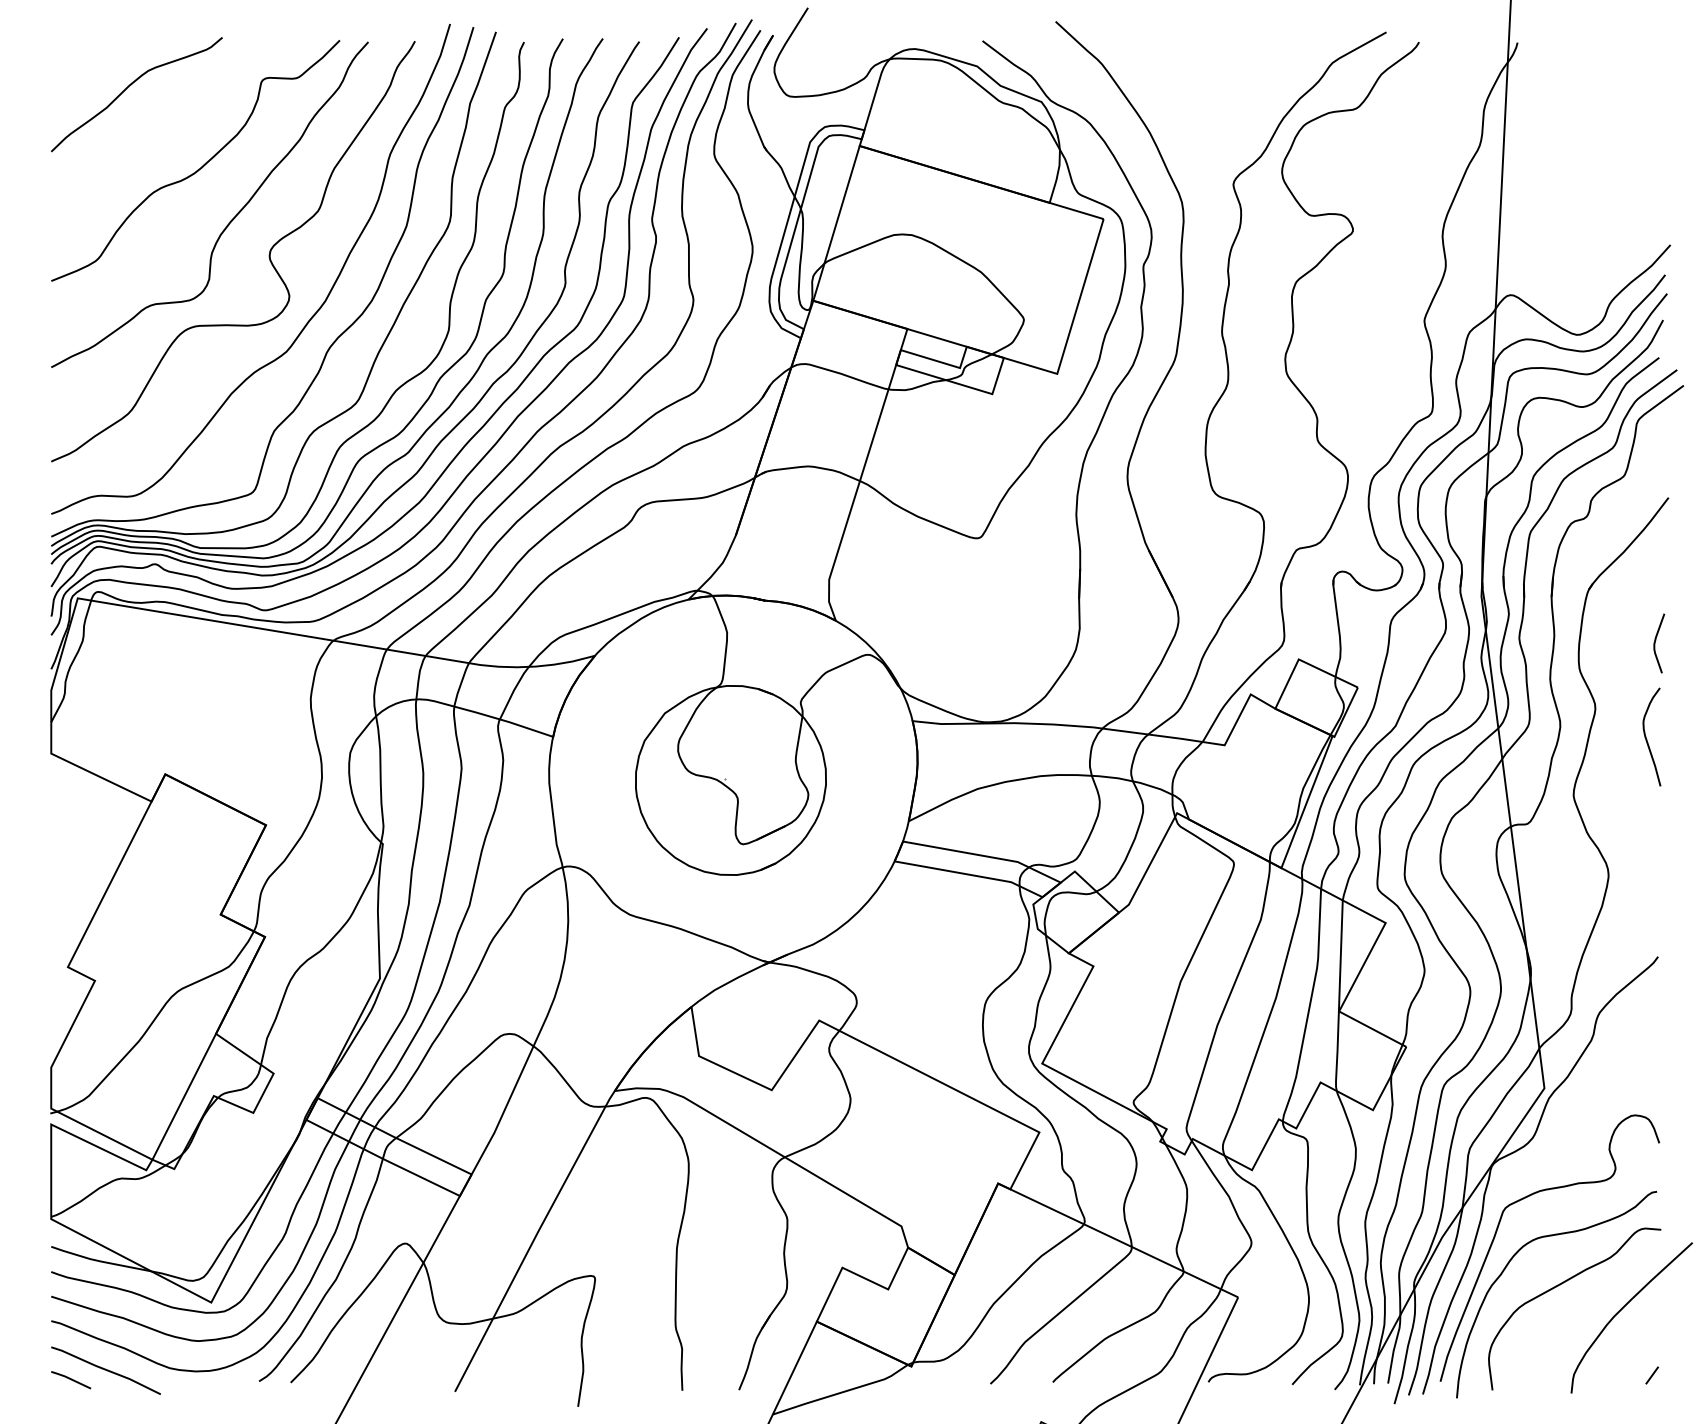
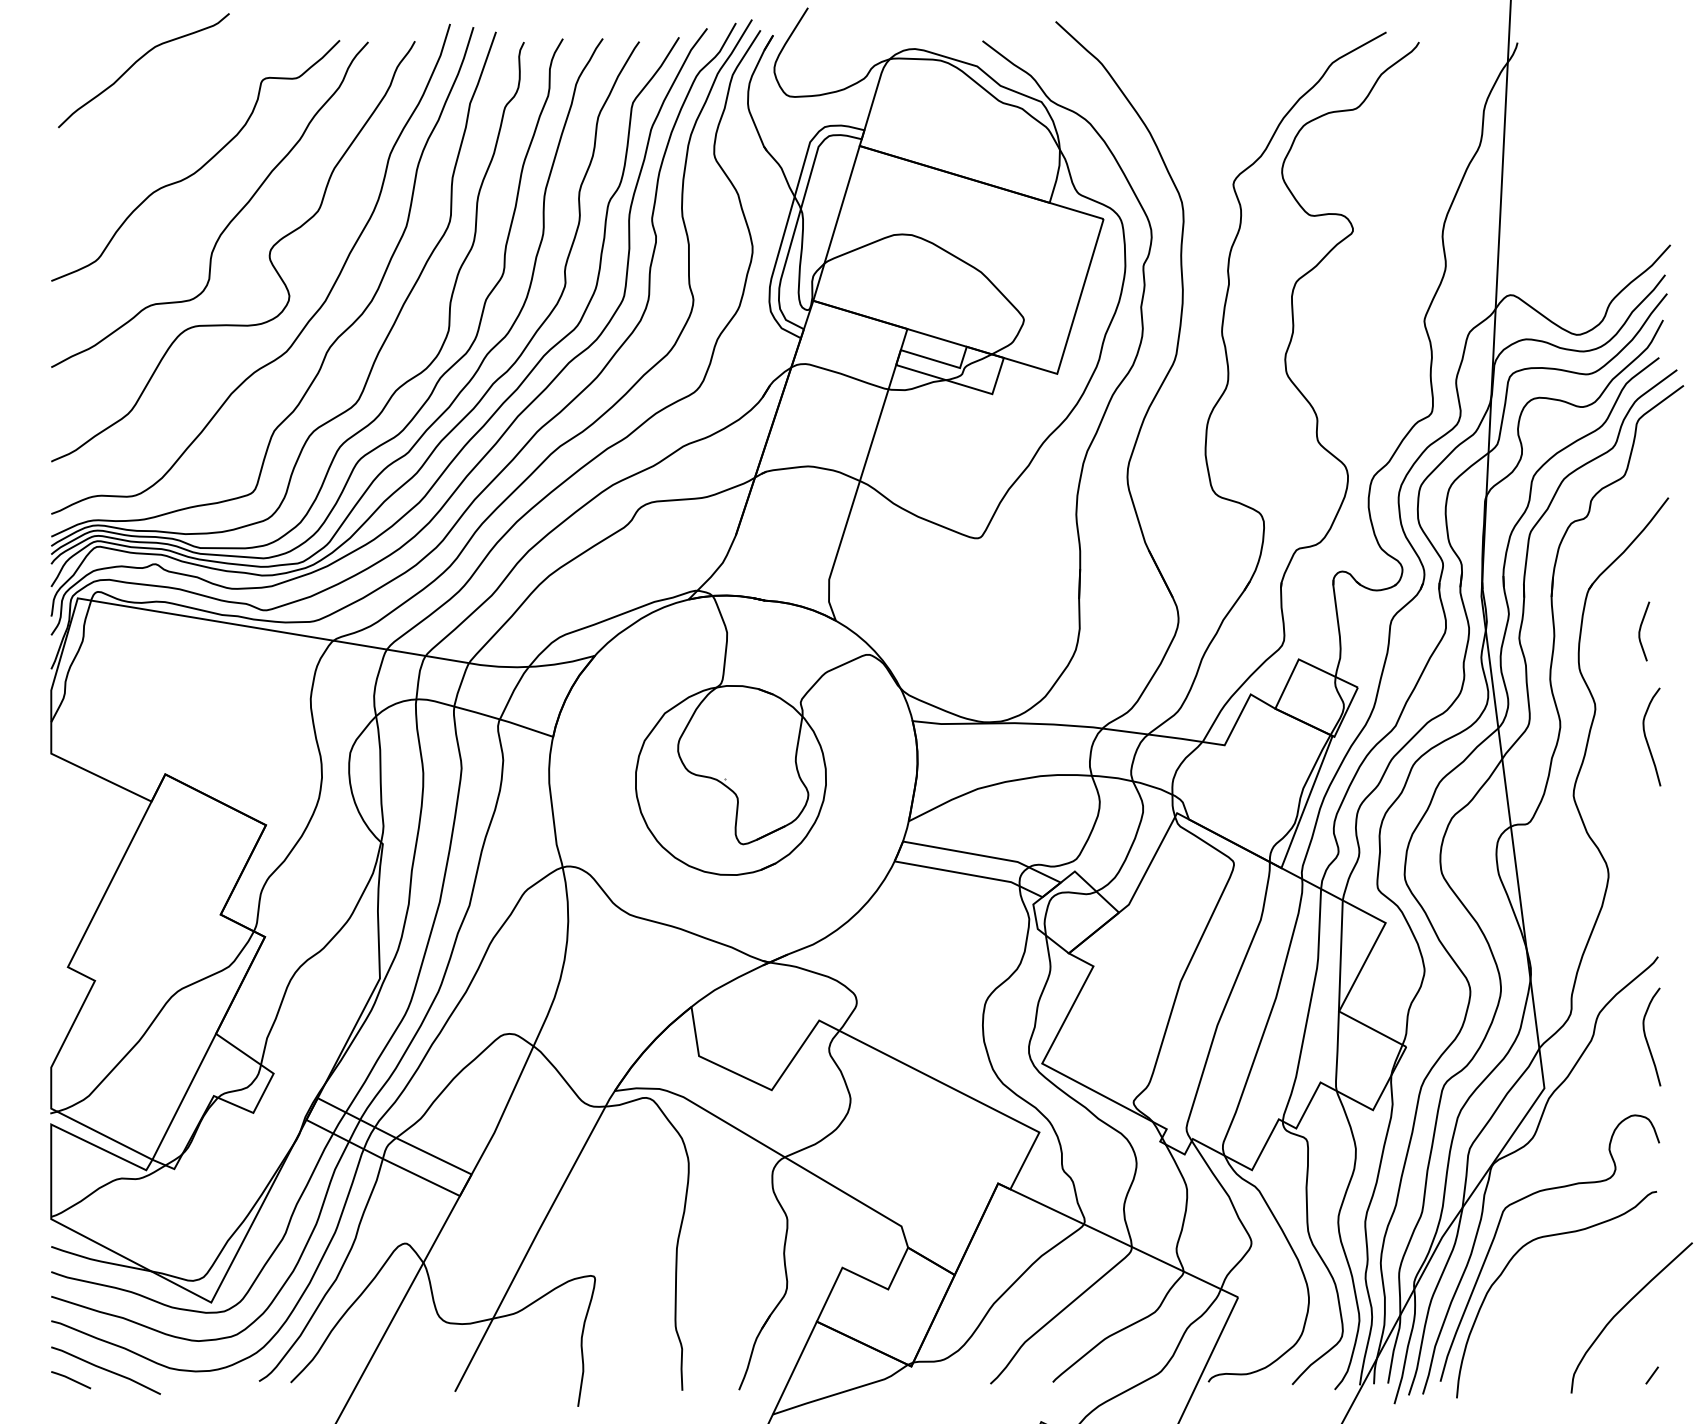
curve at (130, 86) position: (130, 86) -> (137, 62)
curve at (1655, 643) position: (1655, 643) -> (1640, 631)
curve at (1646, 1036): none -> present
curve at (1562, 1284): present -> none
